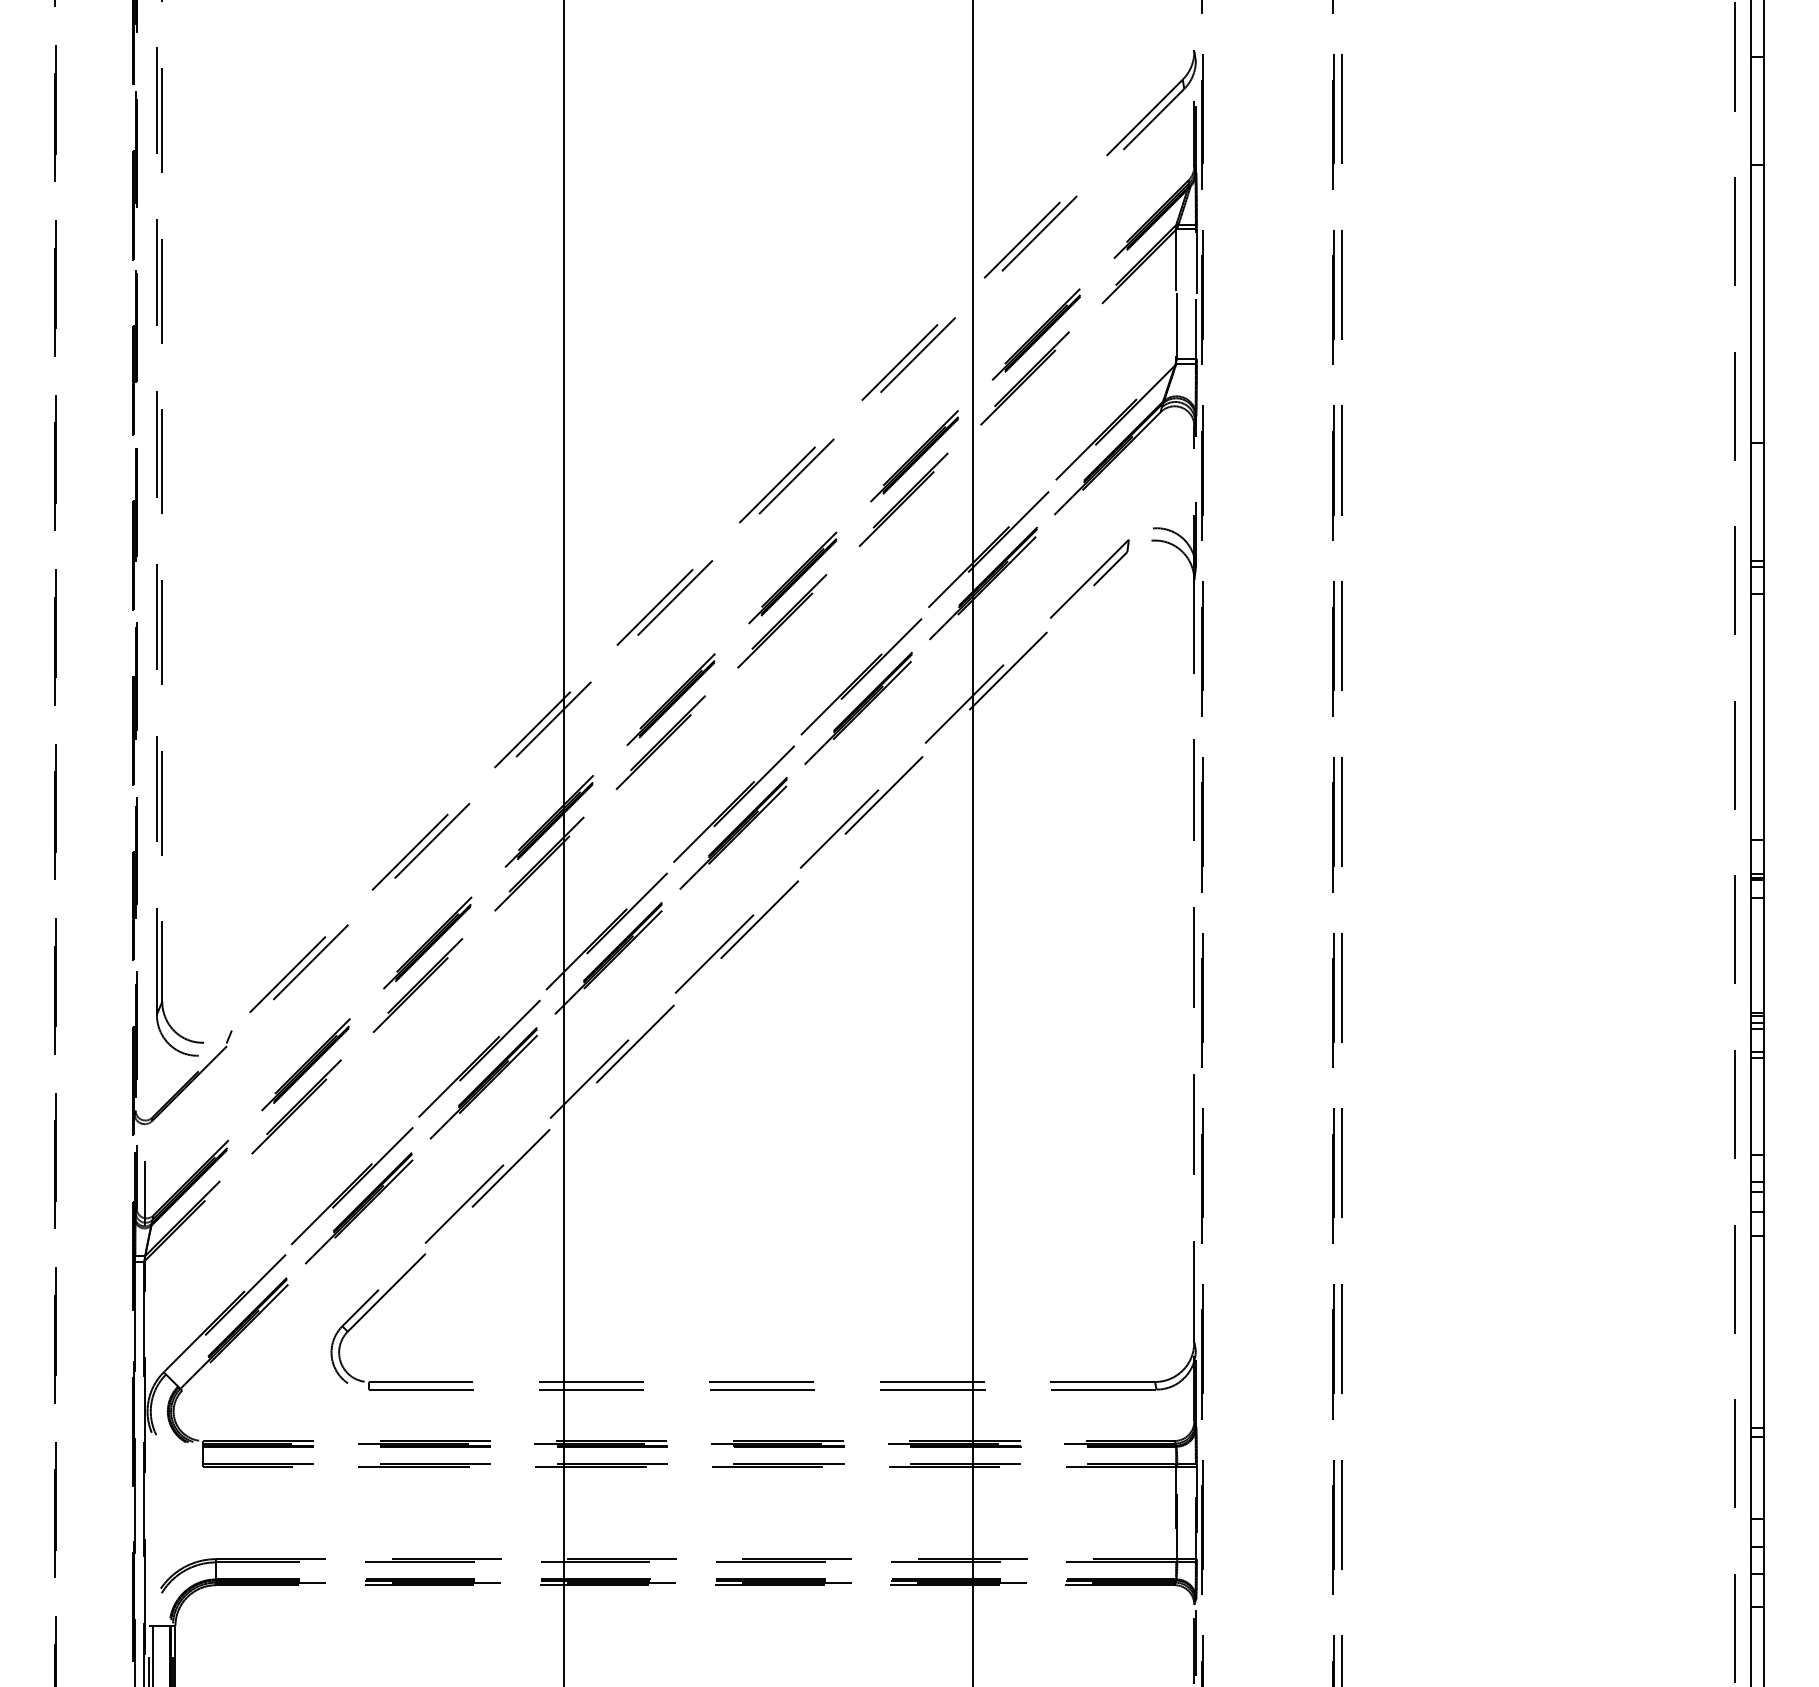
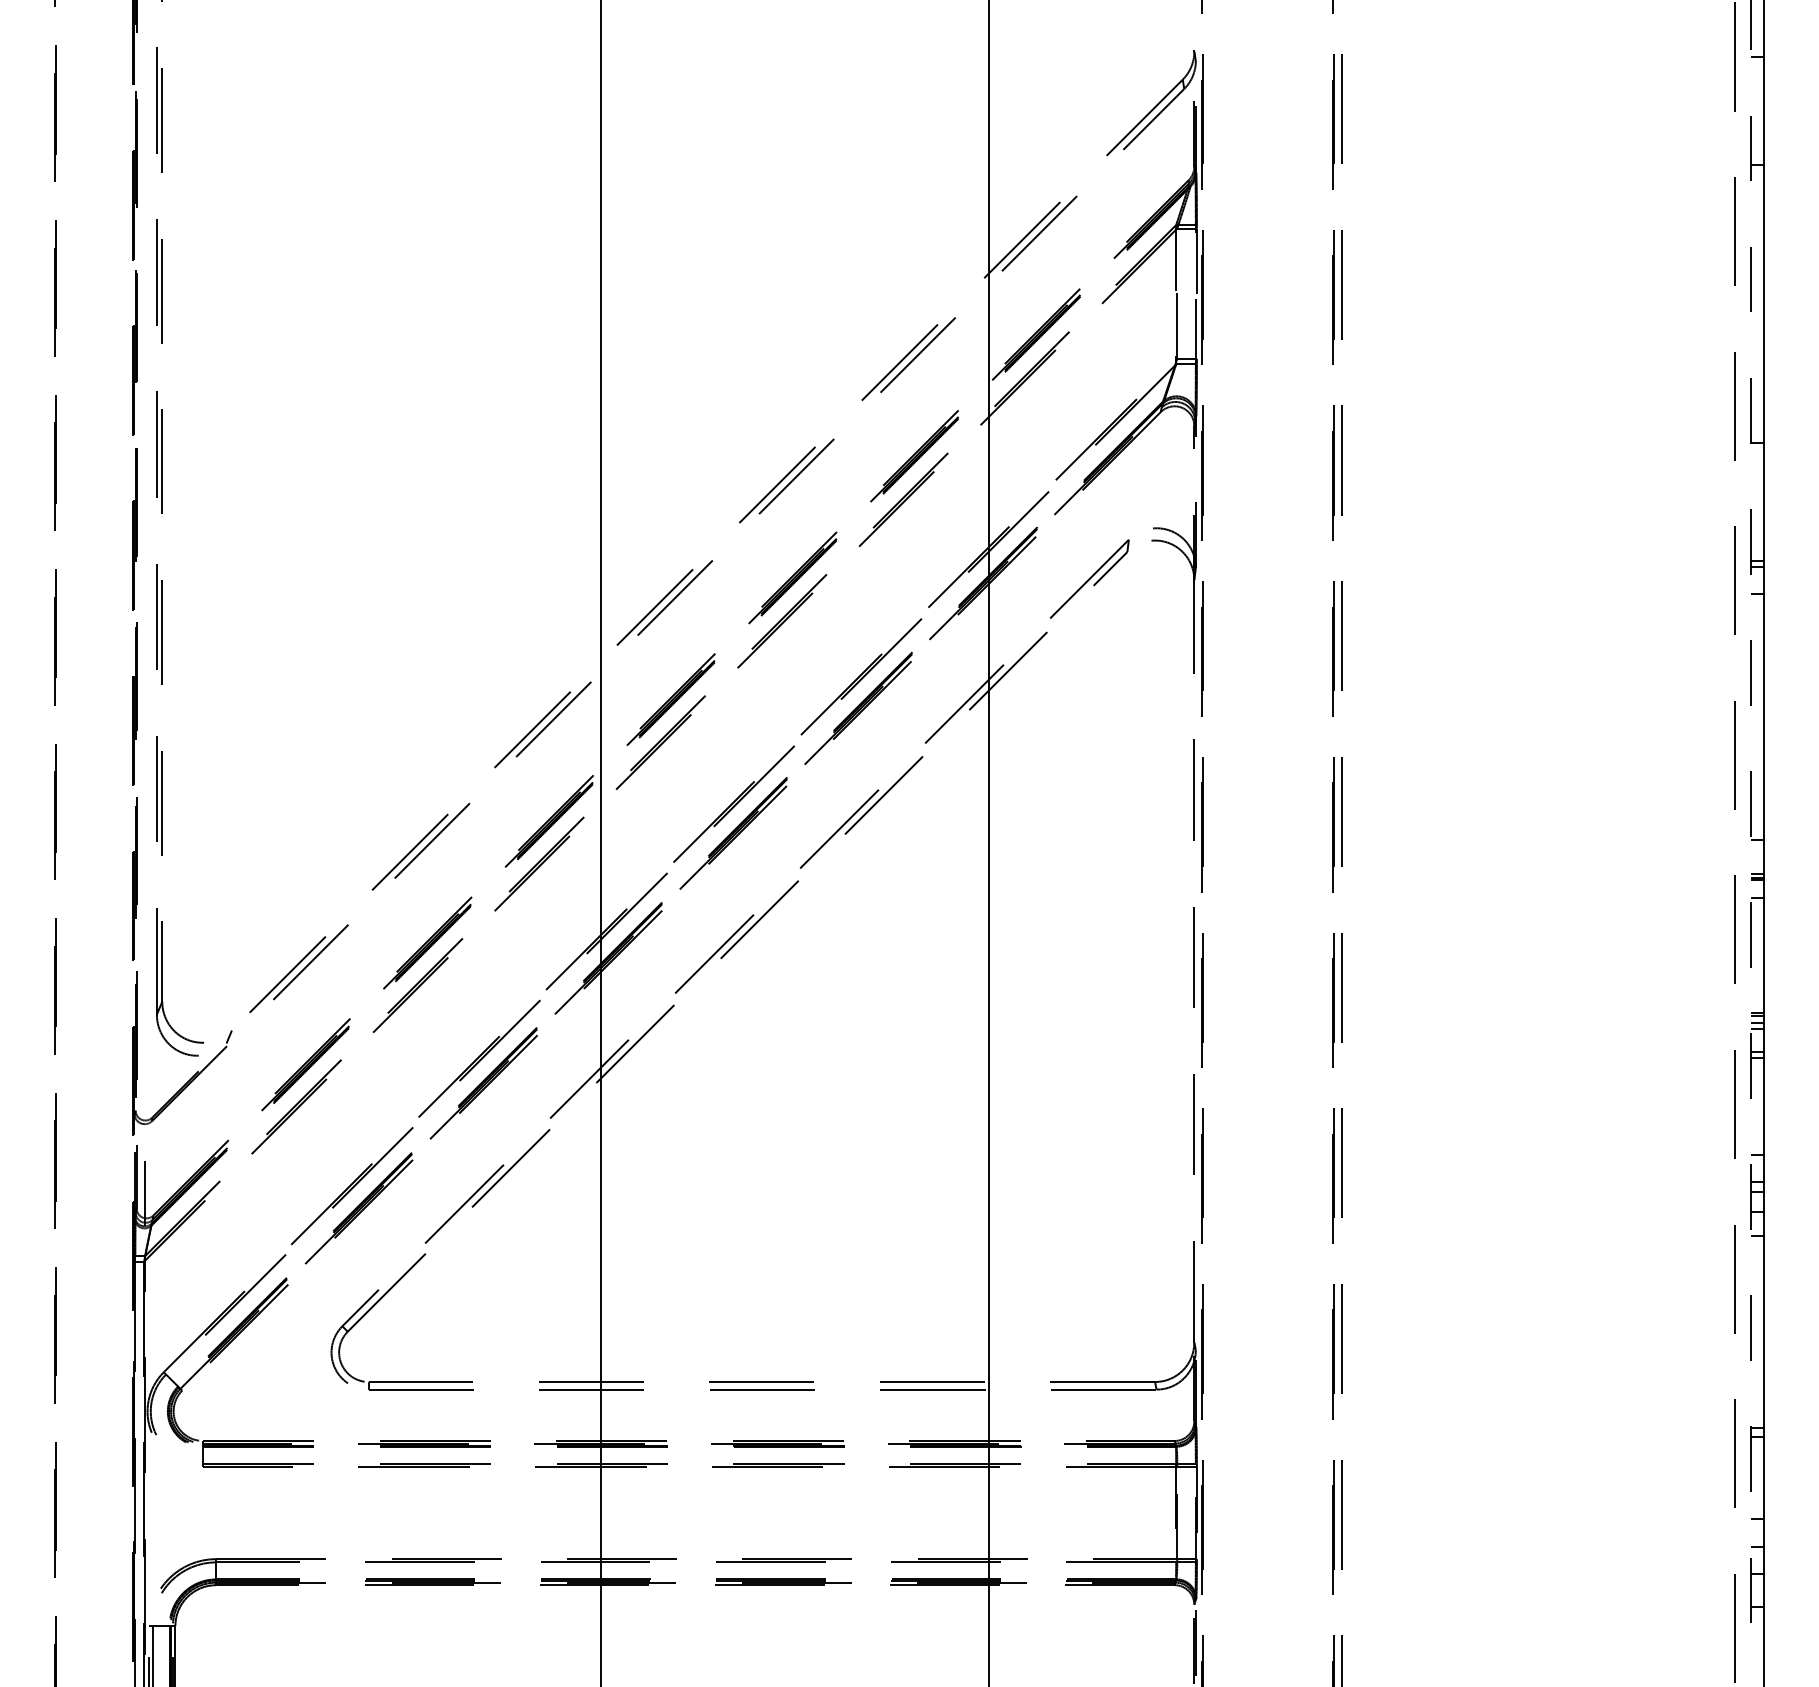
line at (563, 842) position: (563, 842) -> (600, 842)
line at (973, 842) position: (973, 842) -> (989, 842)
line at (1751, 843): solid -> dashed
